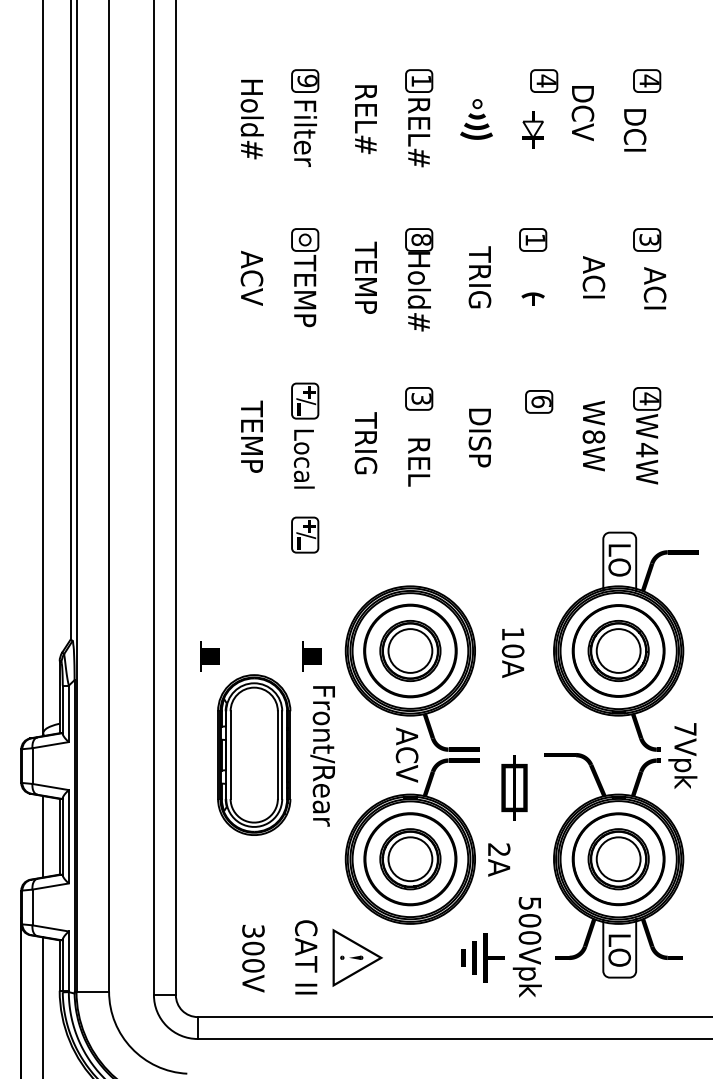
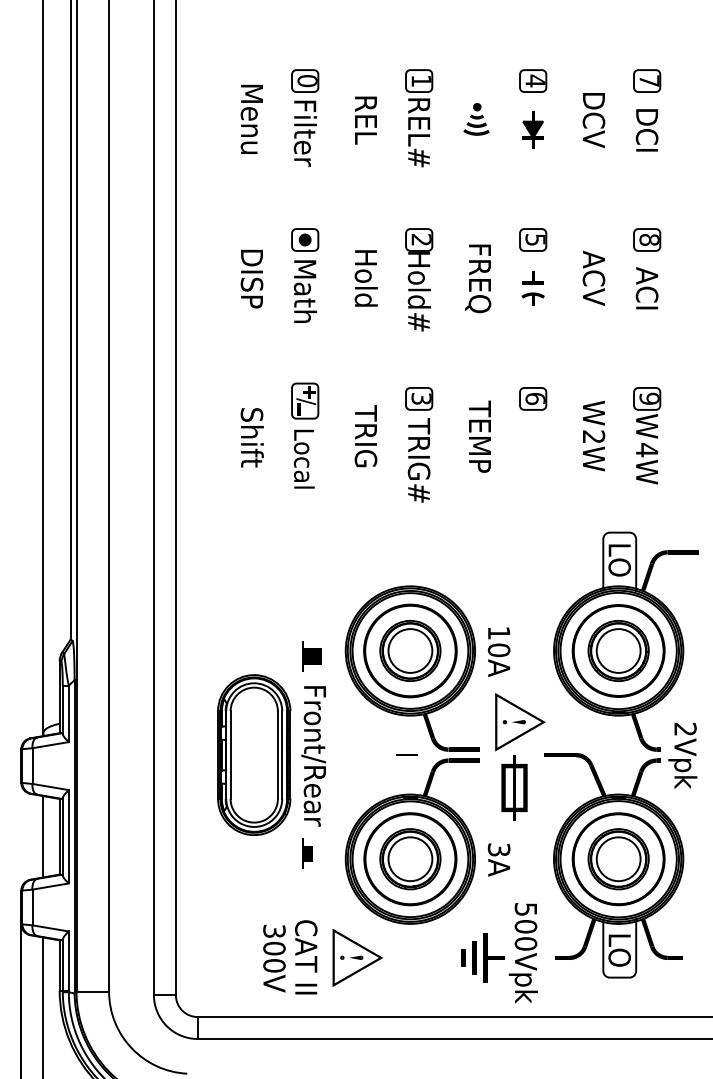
text at (306, 80): 9 -> 0
part at (544, 80) position: (544, 80) -> (533, 80)
text at (649, 80): 4 -> 7
text at (582, 113) position: (582, 113) -> (593, 120)
text at (251, 119): Hold# -> Menu
text at (365, 119): REL# -> REL
part at (476, 119) size: 33x41 px -> 27x33 px
fill at (533, 129): none -> present
text at (634, 130) position: (634, 130) -> (646, 130)
fill at (304, 239): none -> present
text at (421, 239): 8 -> 2
text at (535, 239): 1 -> 5
text at (649, 239): 3 -> 8
text at (365, 277): TEMP -> Hold
part at (532, 277): none -> present
text at (593, 277): ACI -> ACV
text at (251, 278): ACV -> DISP
text at (478, 278): TRIG -> FREQ
text at (654, 288) position: (654, 288) -> (646, 288)
text at (304, 290): TEMP -> Math
text at (649, 398): 4 -> 9
part at (539, 401) position: (539, 401) -> (533, 398)
text at (251, 436): TEMP -> Shift
text at (479, 436): DISP -> TEMP
text at (593, 436): 8W -> 2W
text at (365, 443) position: (365, 443) -> (365, 436)
text at (418, 459): REL -> TRIG#
part at (305, 534): present -> none
text at (512, 652) position: (512, 652) -> (498, 651)
part at (209, 656): present -> none
part at (520, 722): none -> present
text at (685, 728): 7Vpk -> 2Vpk
text at (406, 754): ACV -> I
text at (322, 756) position: (322, 756) -> (313, 756)
text at (498, 849): 2A -> 3A
part at (307, 853): none -> present
text at (526, 947) position: (526, 947) -> (522, 953)
text at (253, 958) position: (253, 958) -> (274, 958)
